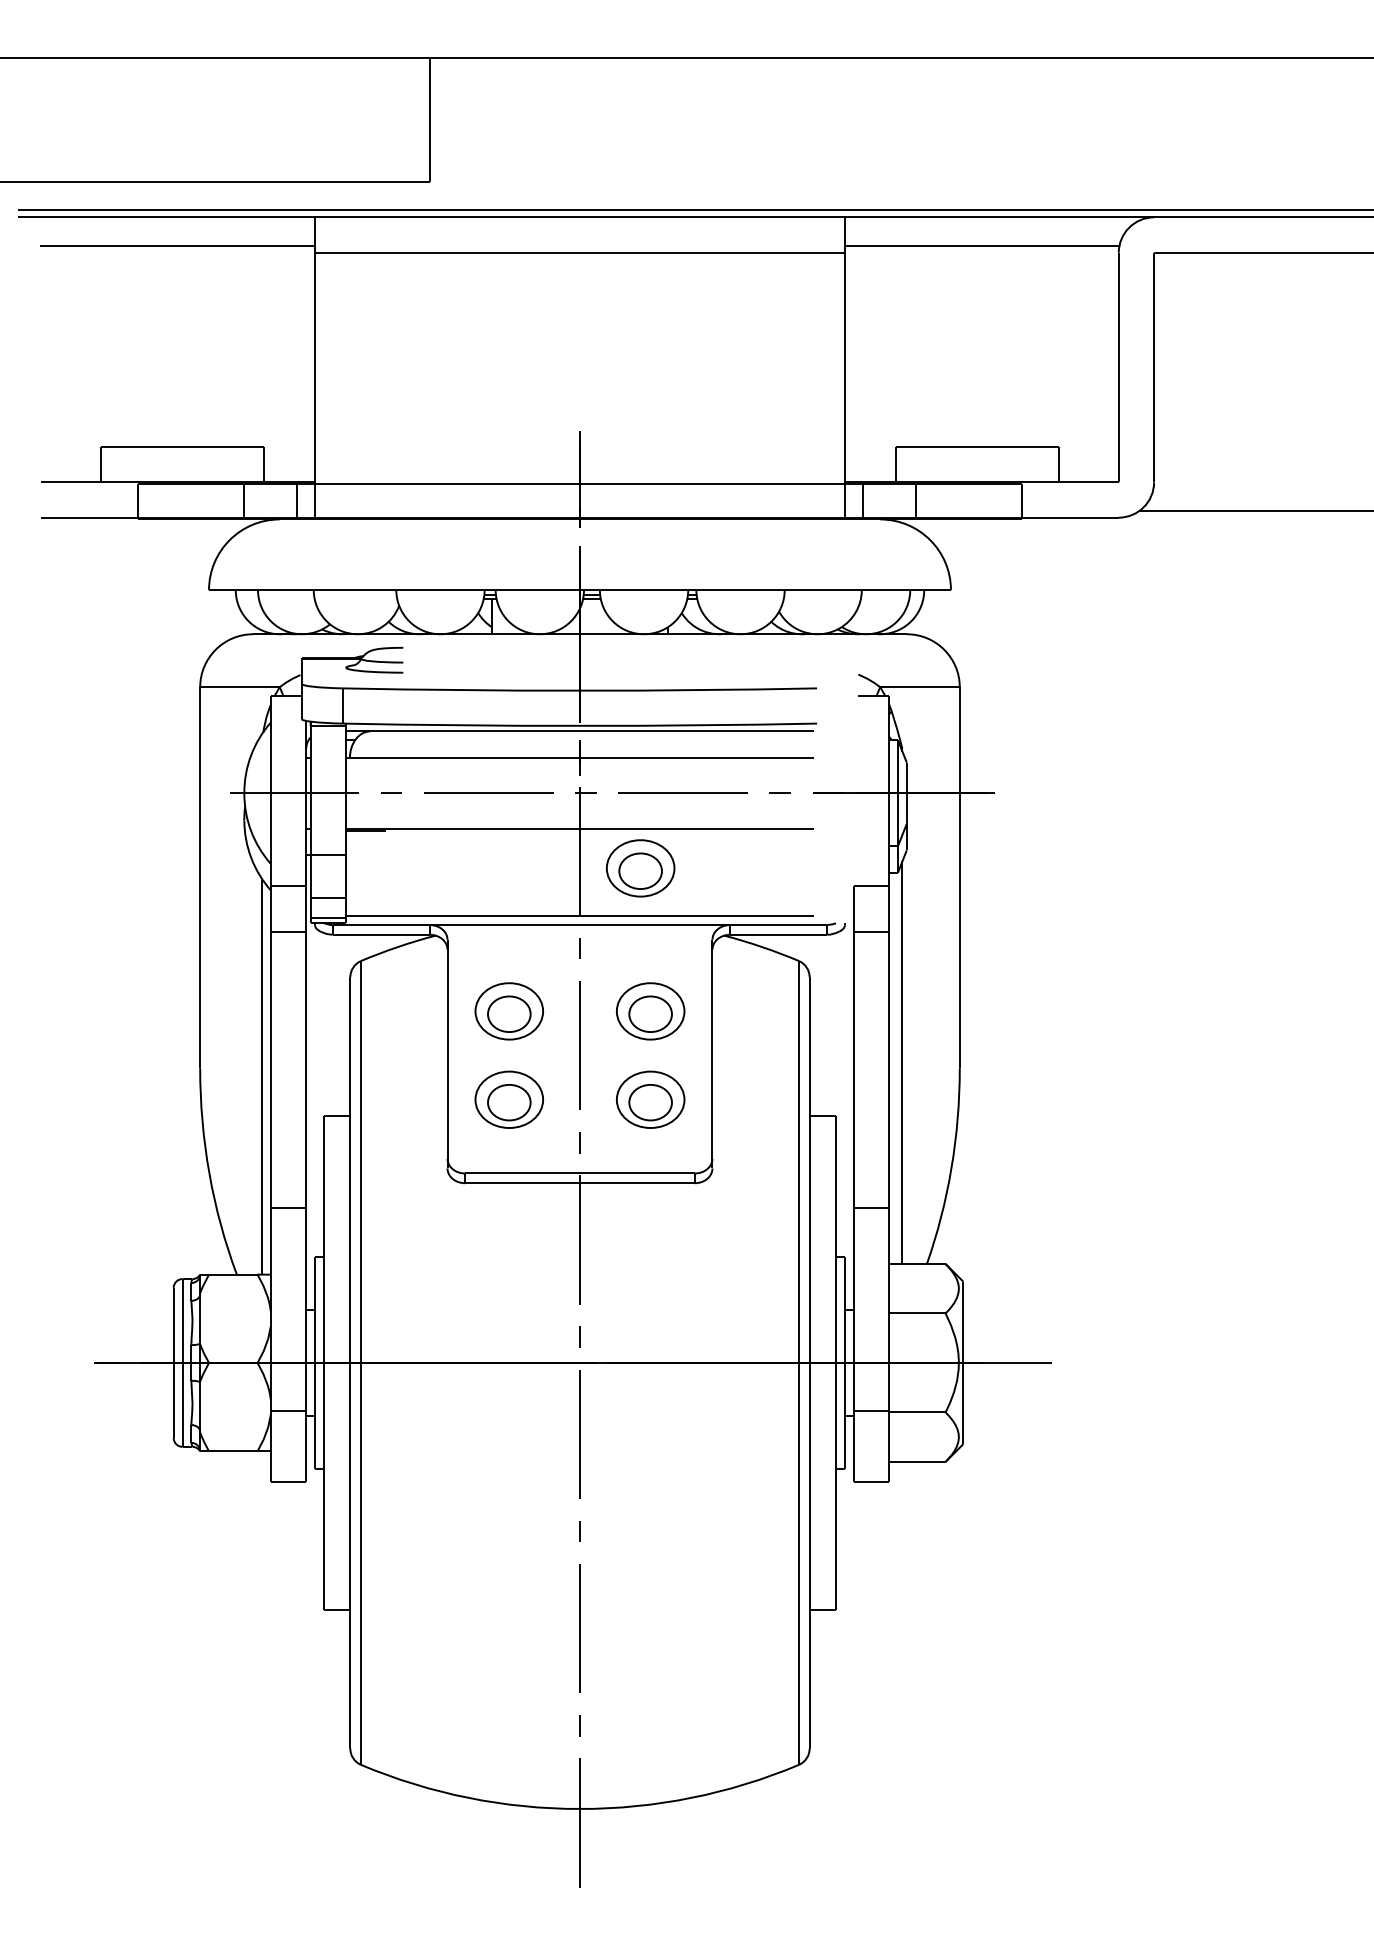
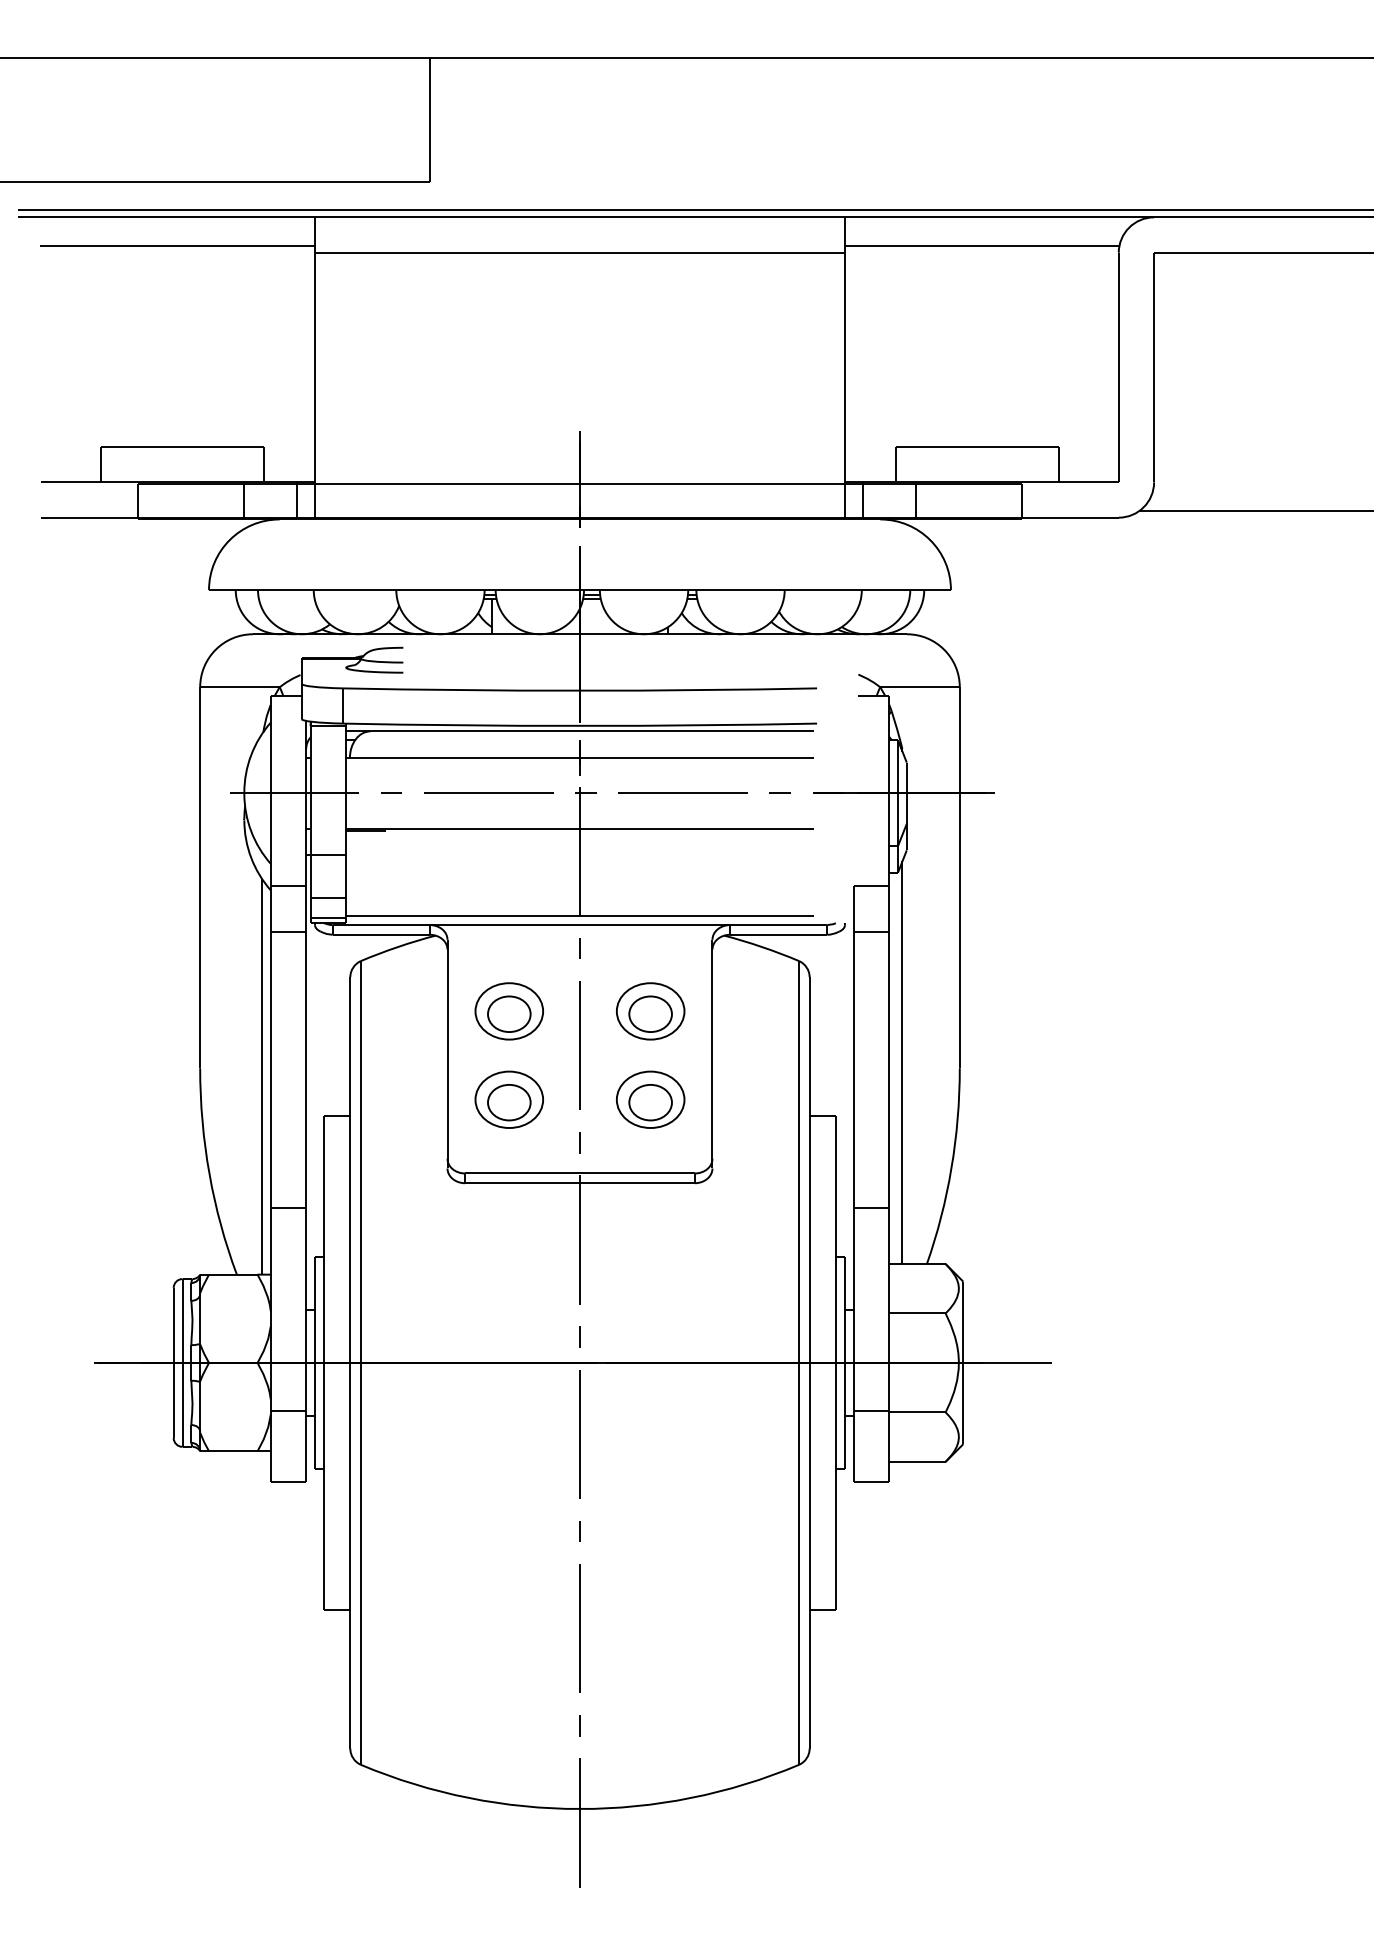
part at (640, 868): present -> none
